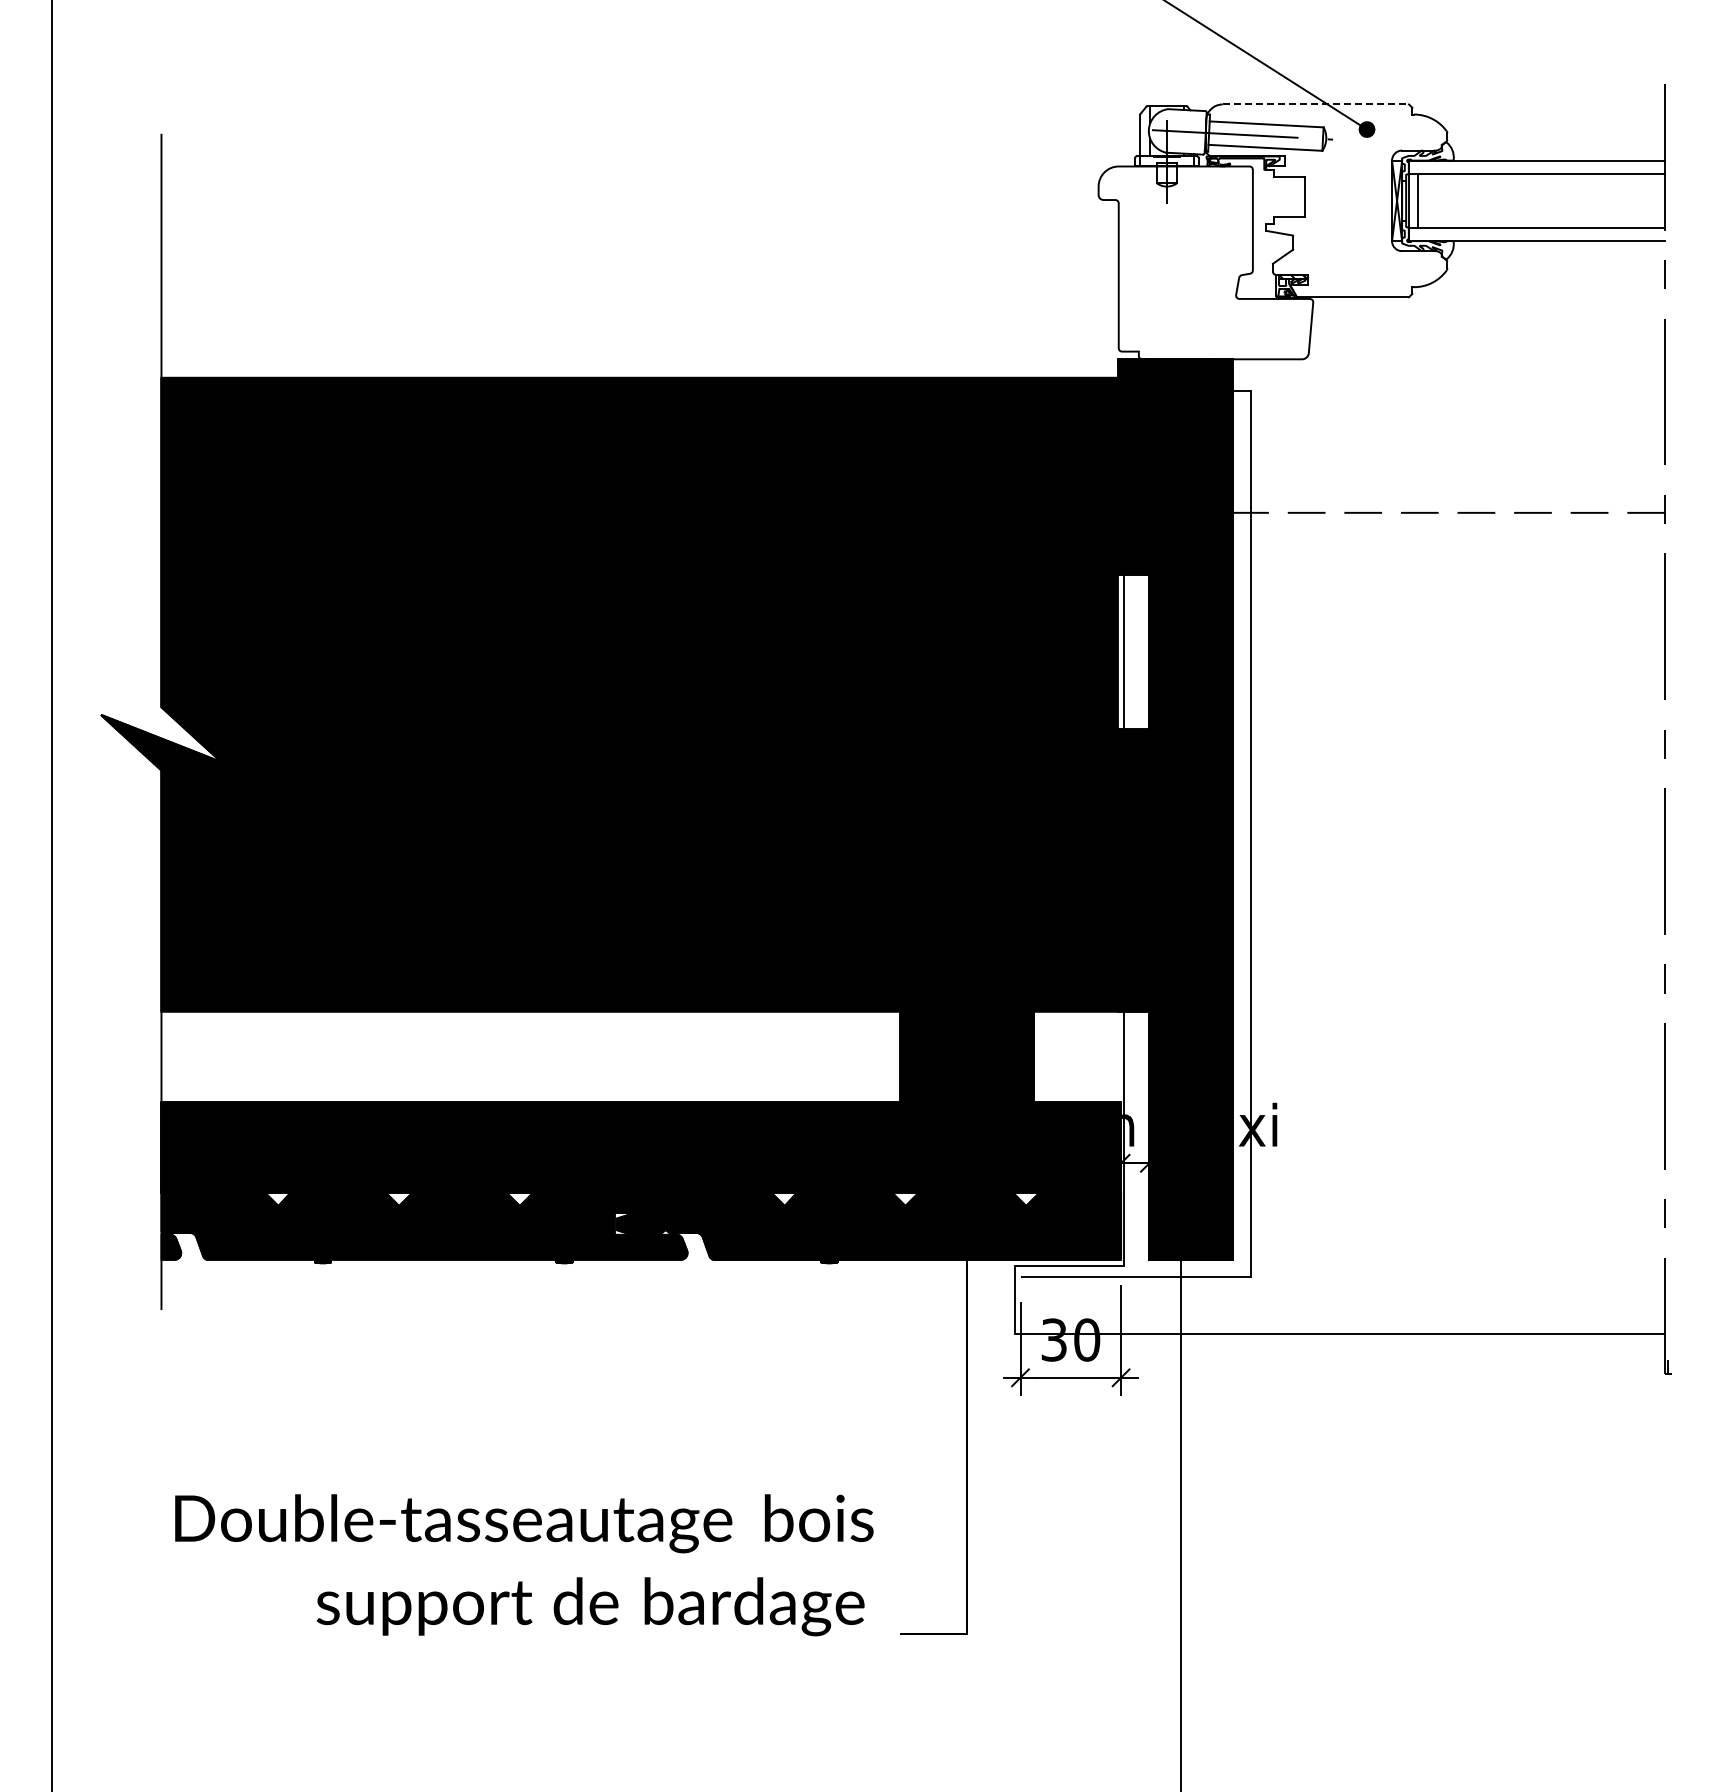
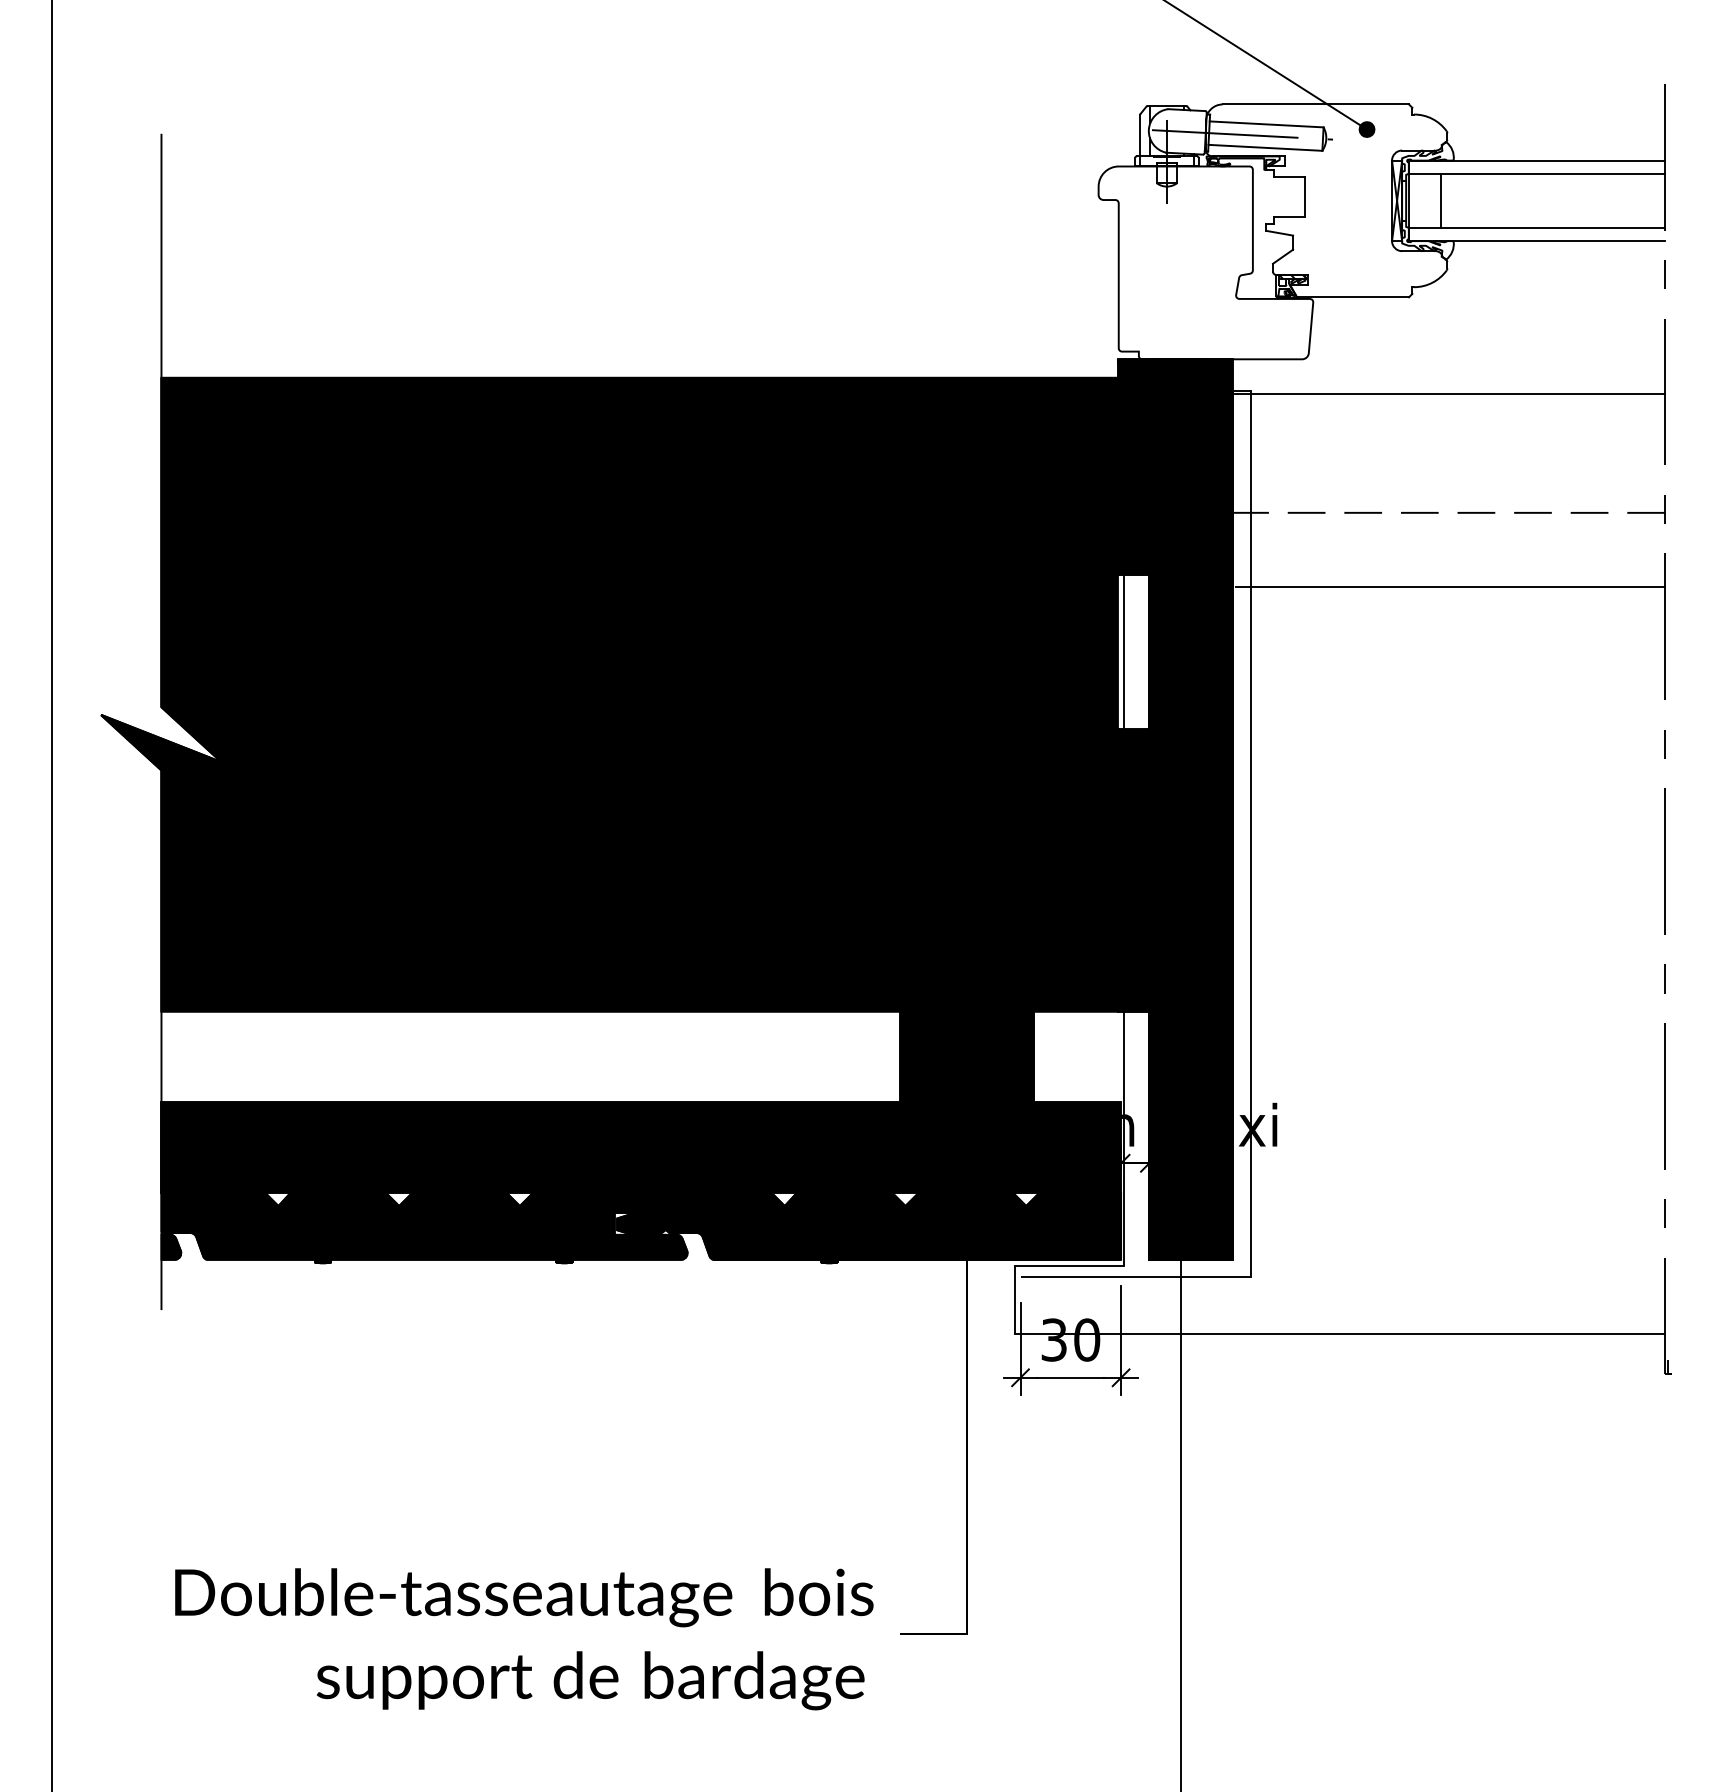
line at (1316, 104): dashed -> solid
line at (1417, 200) position: (1417, 200) -> (1440, 200)
line at (1450, 394): none -> present
line at (1450, 587): none -> present
text at (524, 1565) position: (524, 1565) -> (524, 1639)
